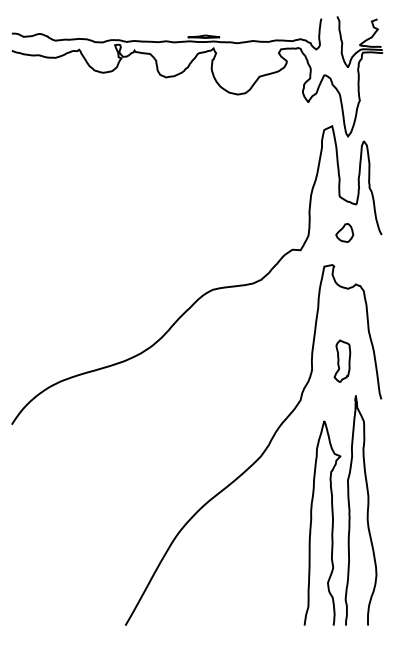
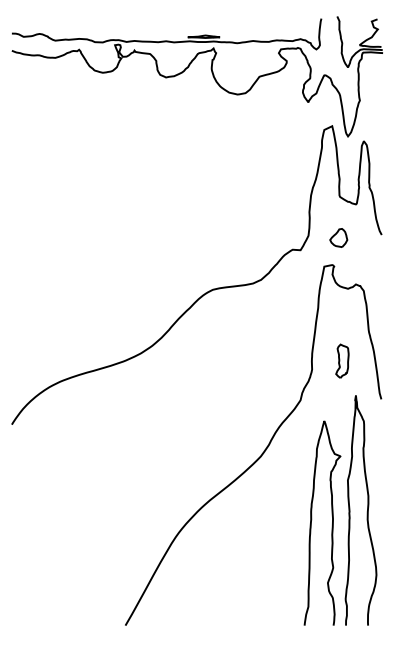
part at (344, 232) position: (344, 232) -> (338, 237)
part at (342, 360) size: 19x44 px -> 15x36 px
